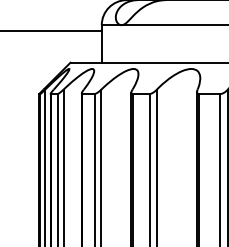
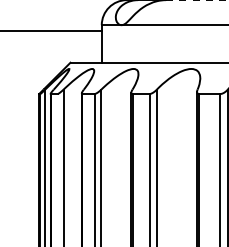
line at (197, 0): solid -> dashed
line at (57, 168): present -> none
